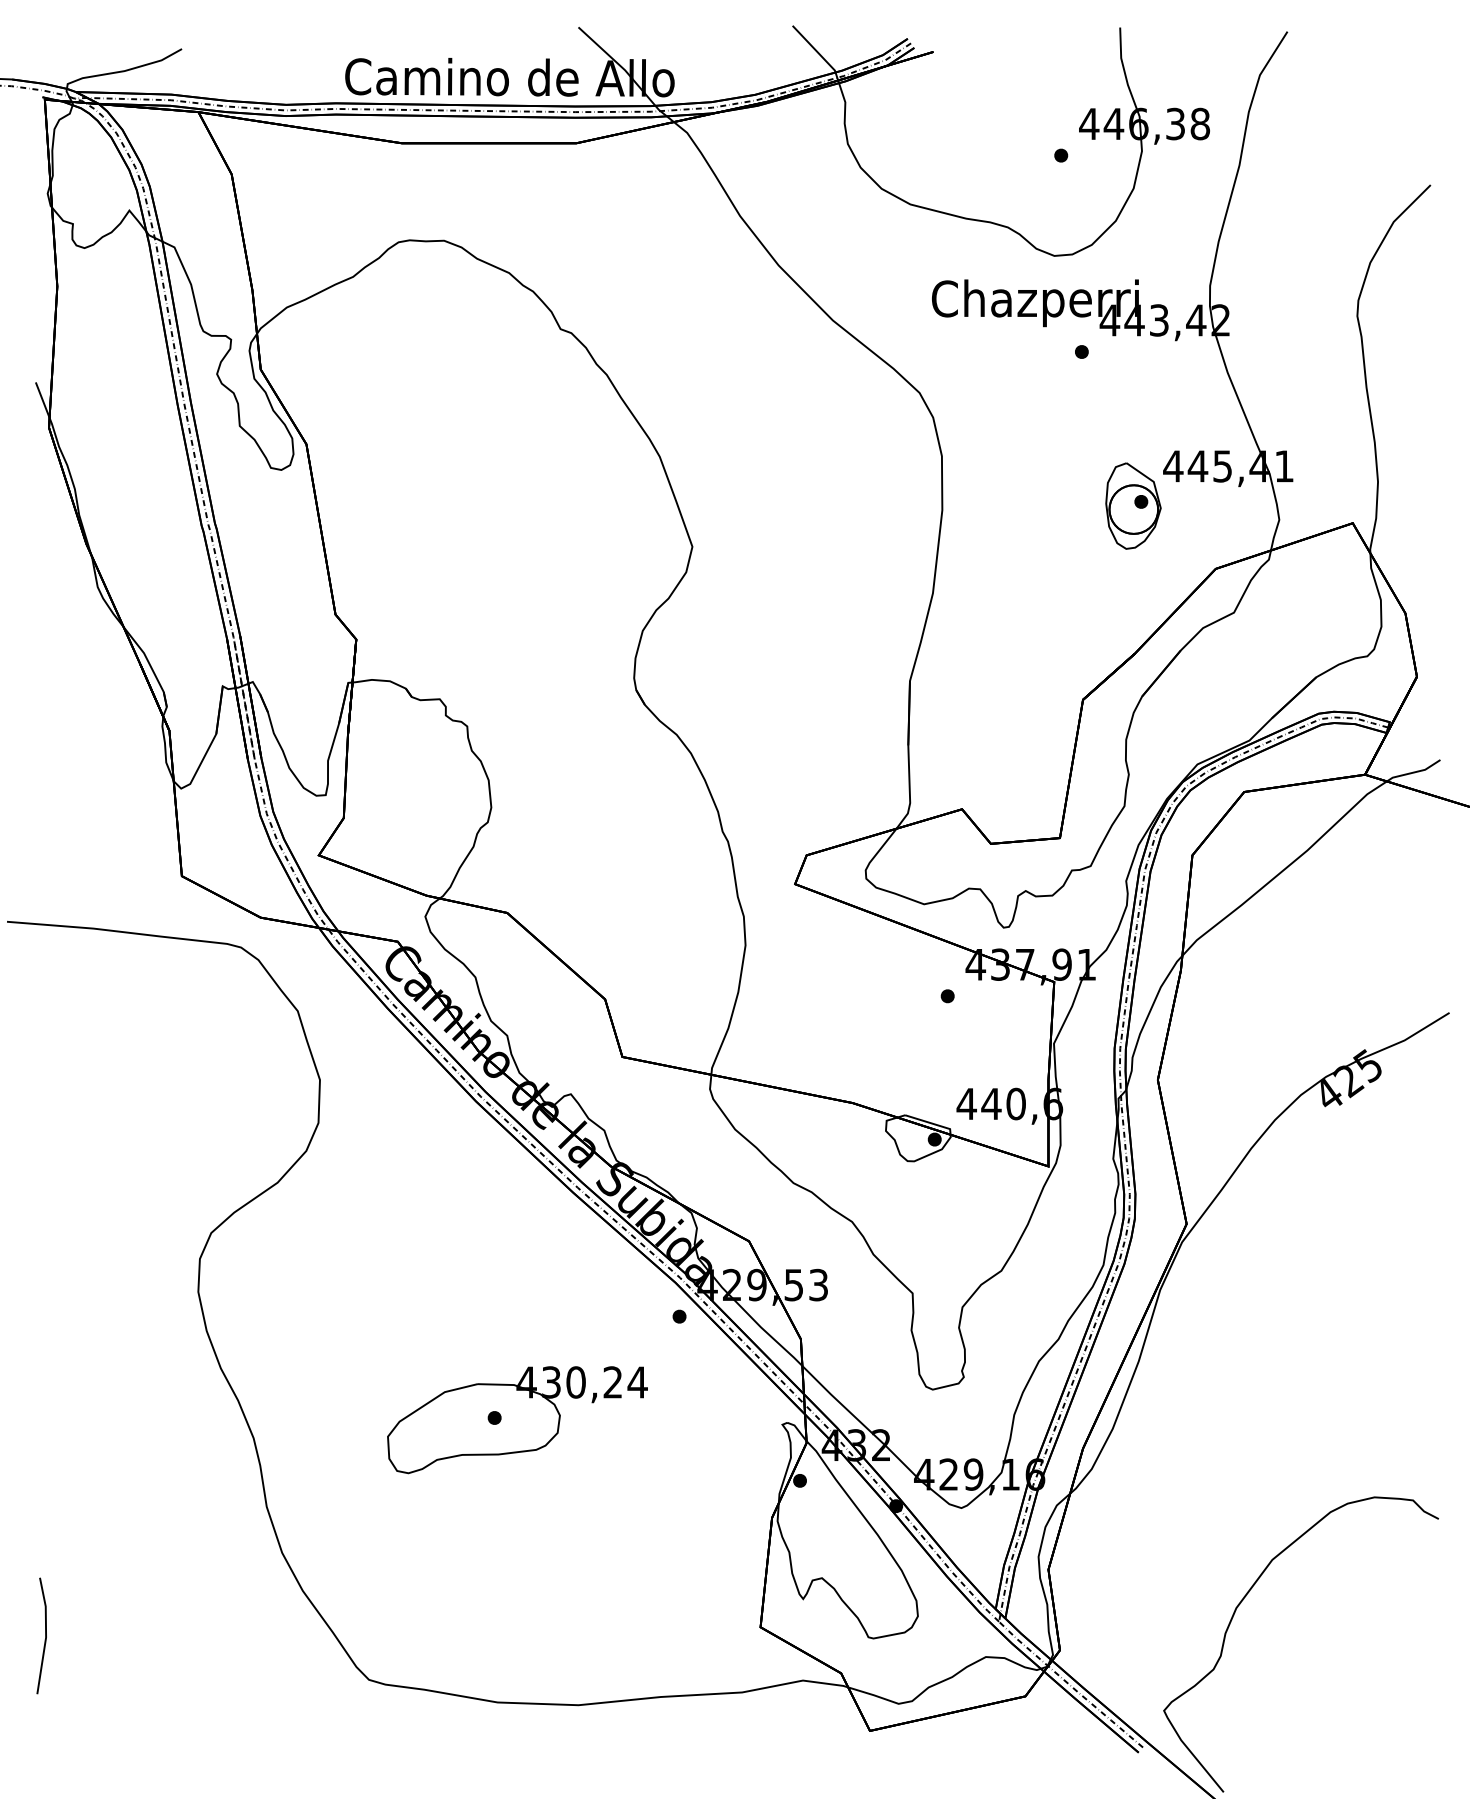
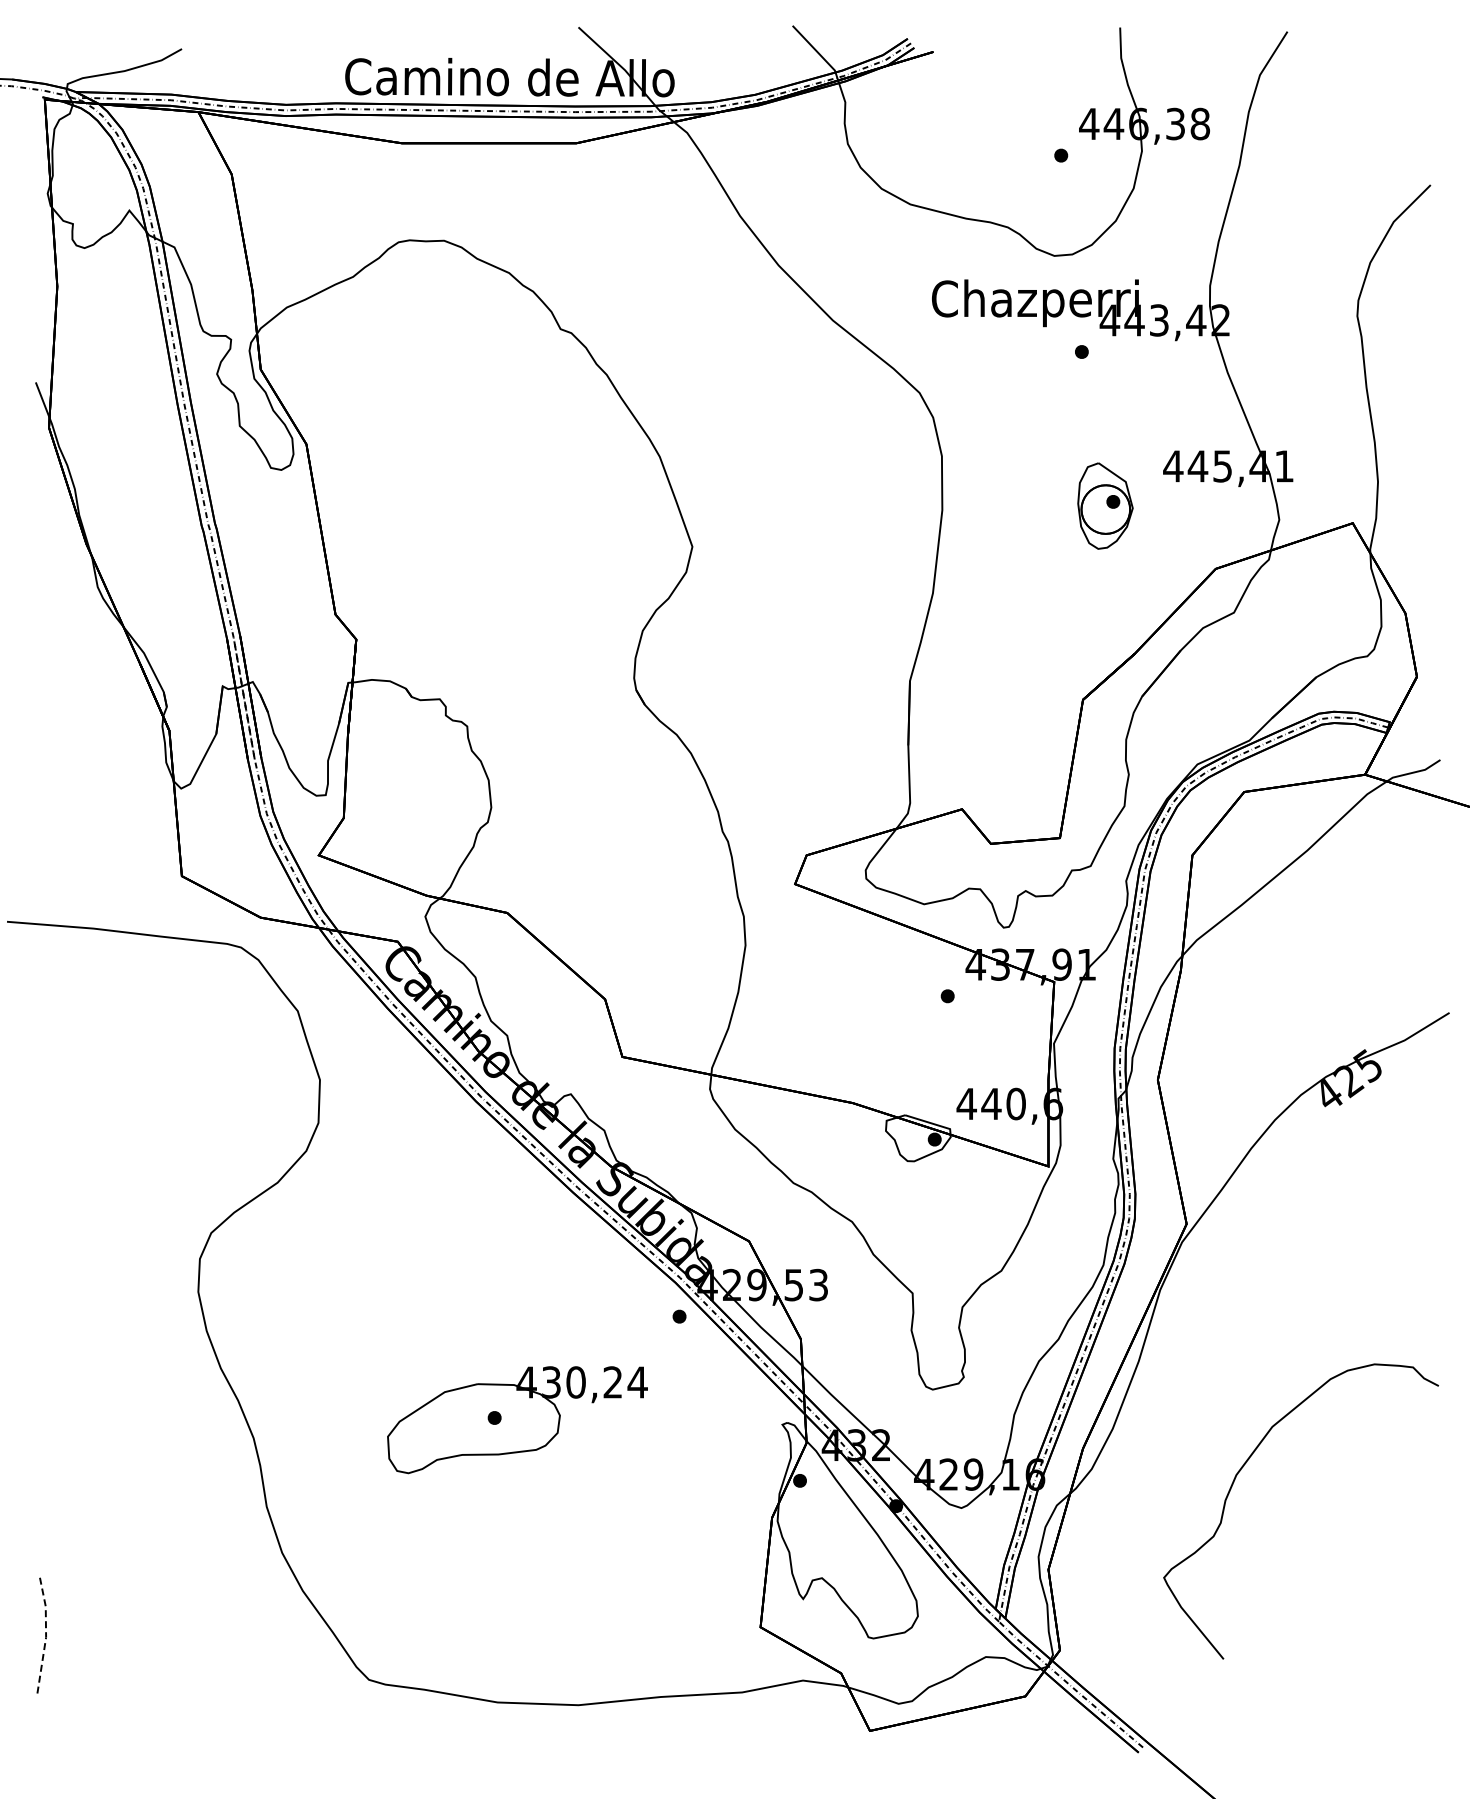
part at (1133, 505) position: (1133, 505) -> (1105, 505)
curve at (1243, 1600) position: (1243, 1600) -> (1243, 1467)
line at (46, 1635): solid -> dashed
